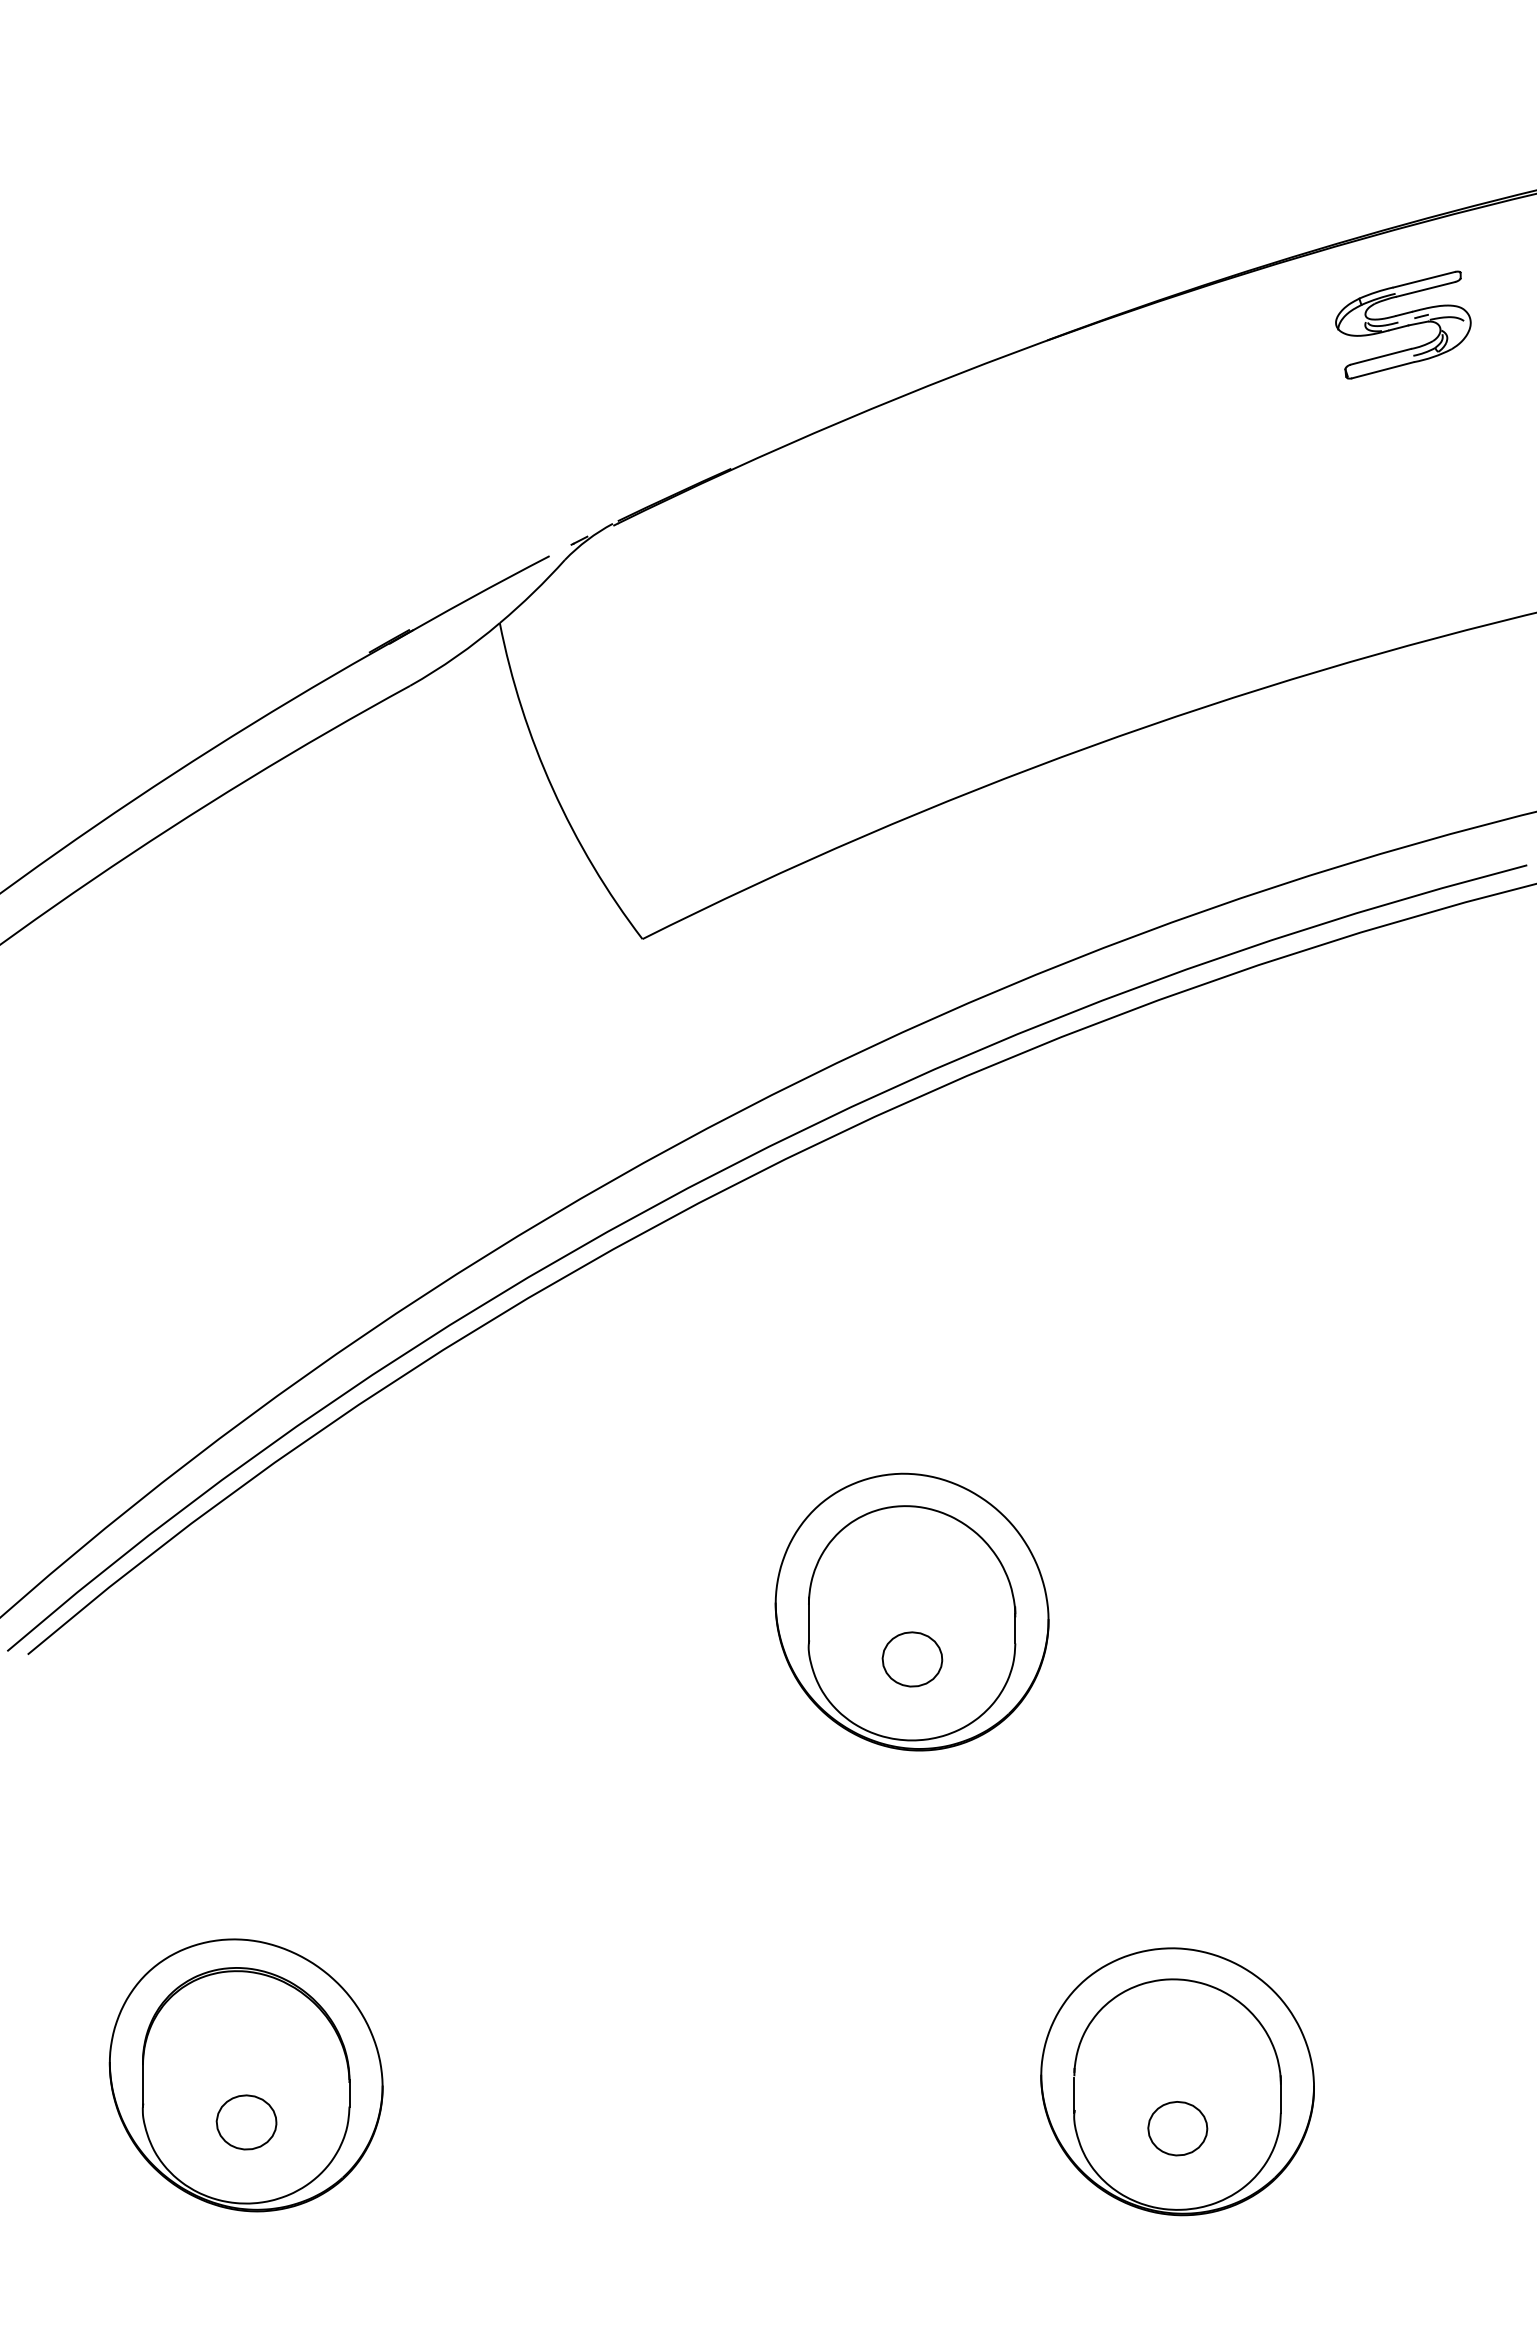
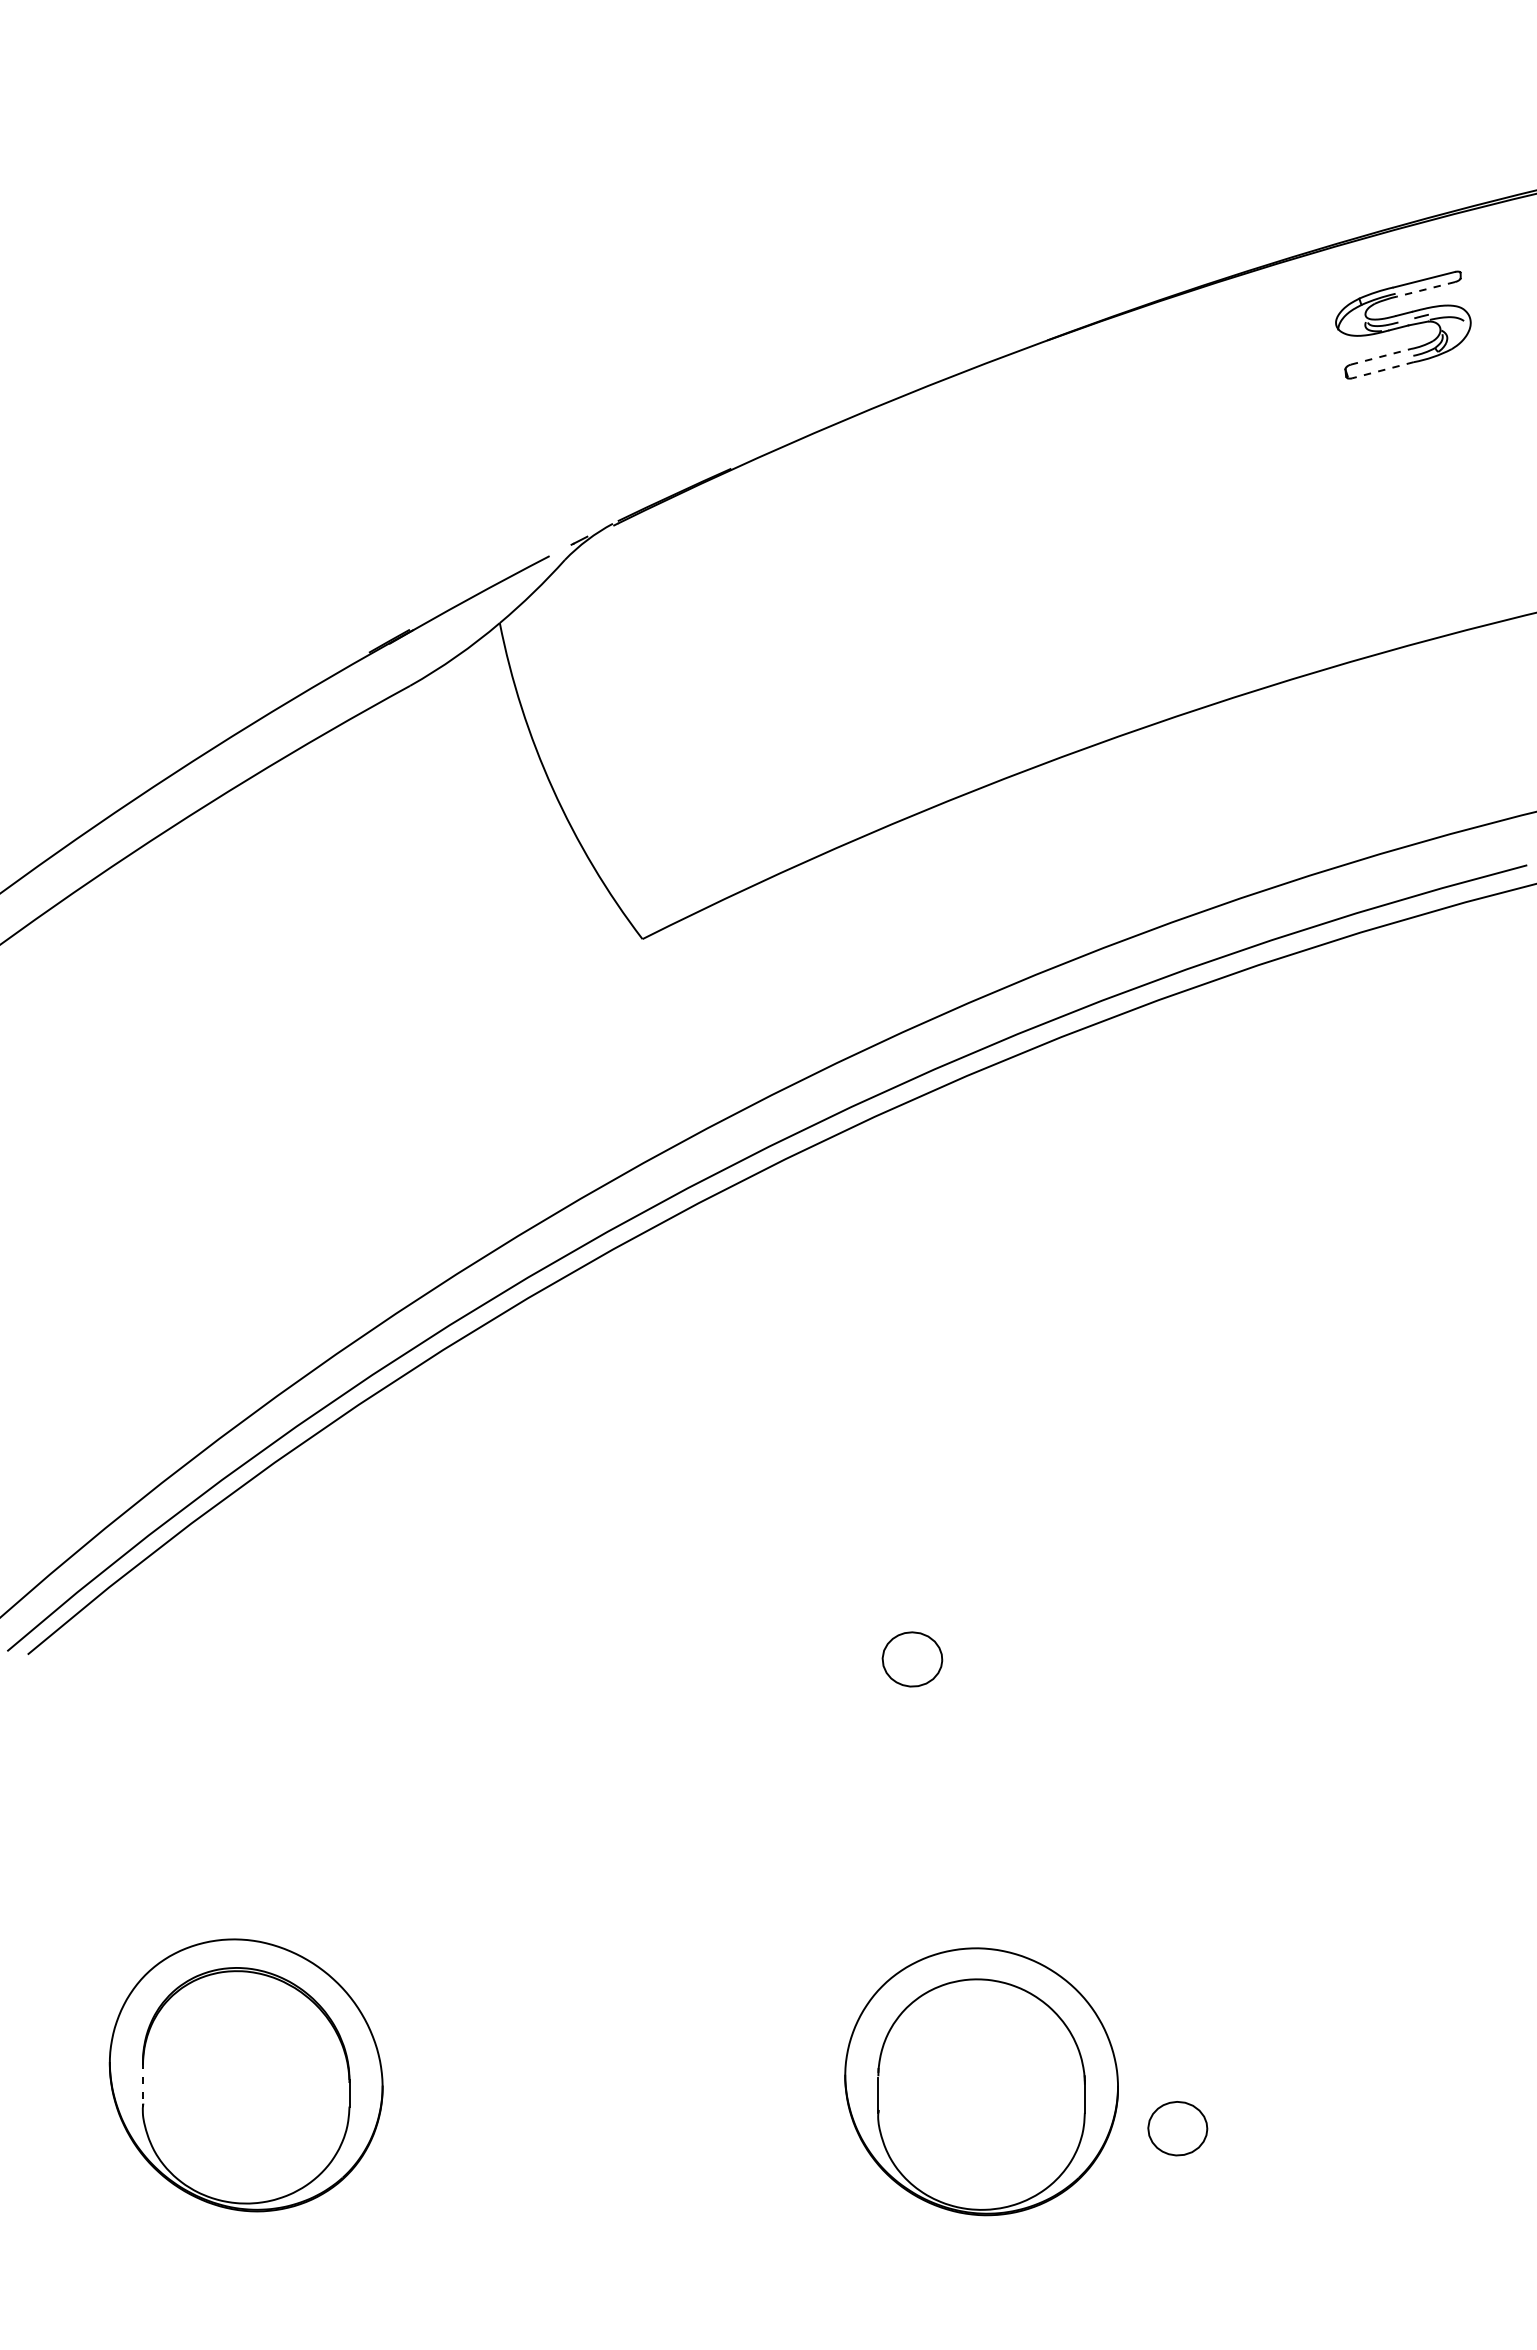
line at (1426, 289): solid -> dashed
line at (1381, 356): solid -> dashed
line at (1382, 370): solid -> dashed
part at (911, 1611): present -> none
part at (1177, 2081) position: (1177, 2081) -> (981, 2081)
line at (143, 2084): solid -> dashed
part at (246, 2122): present -> none
